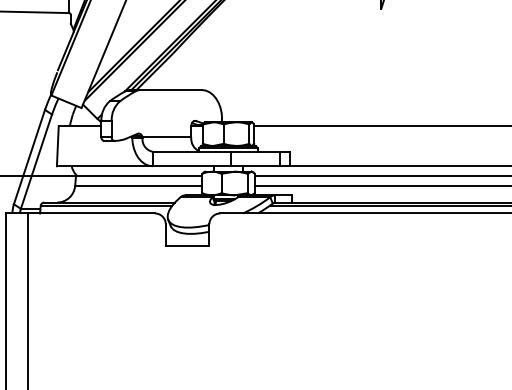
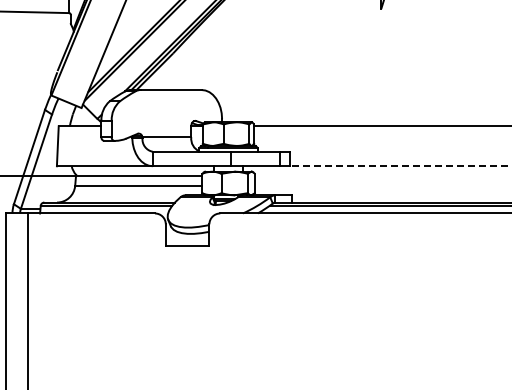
line at (400, 166): solid -> dashed
line at (381, 176): present -> none
line at (381, 186): present -> none
